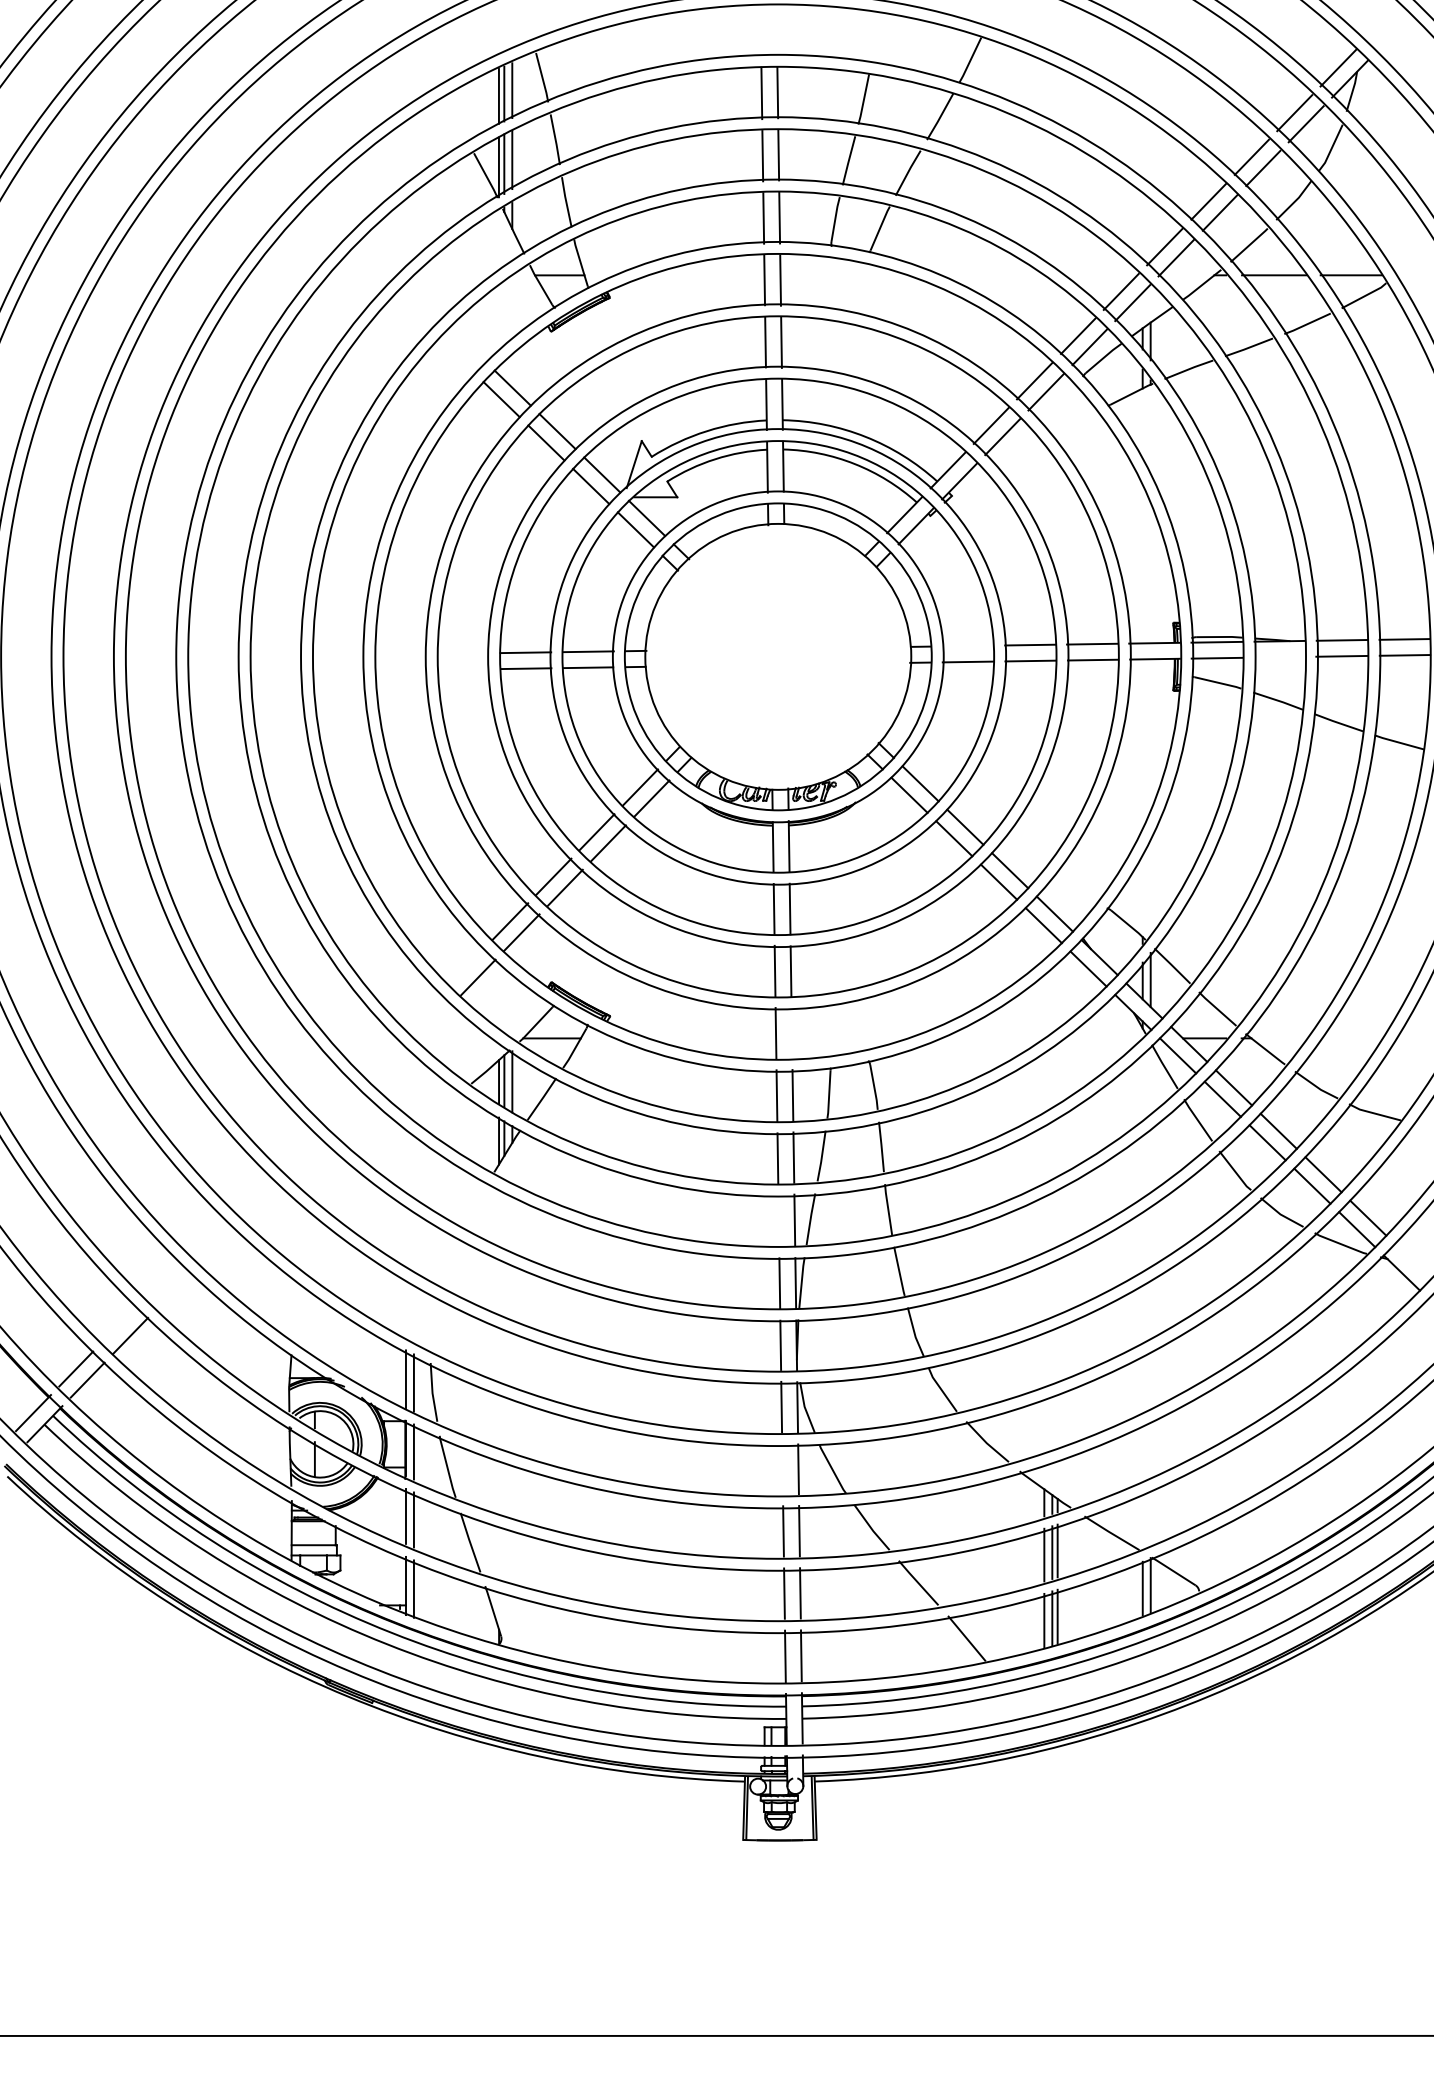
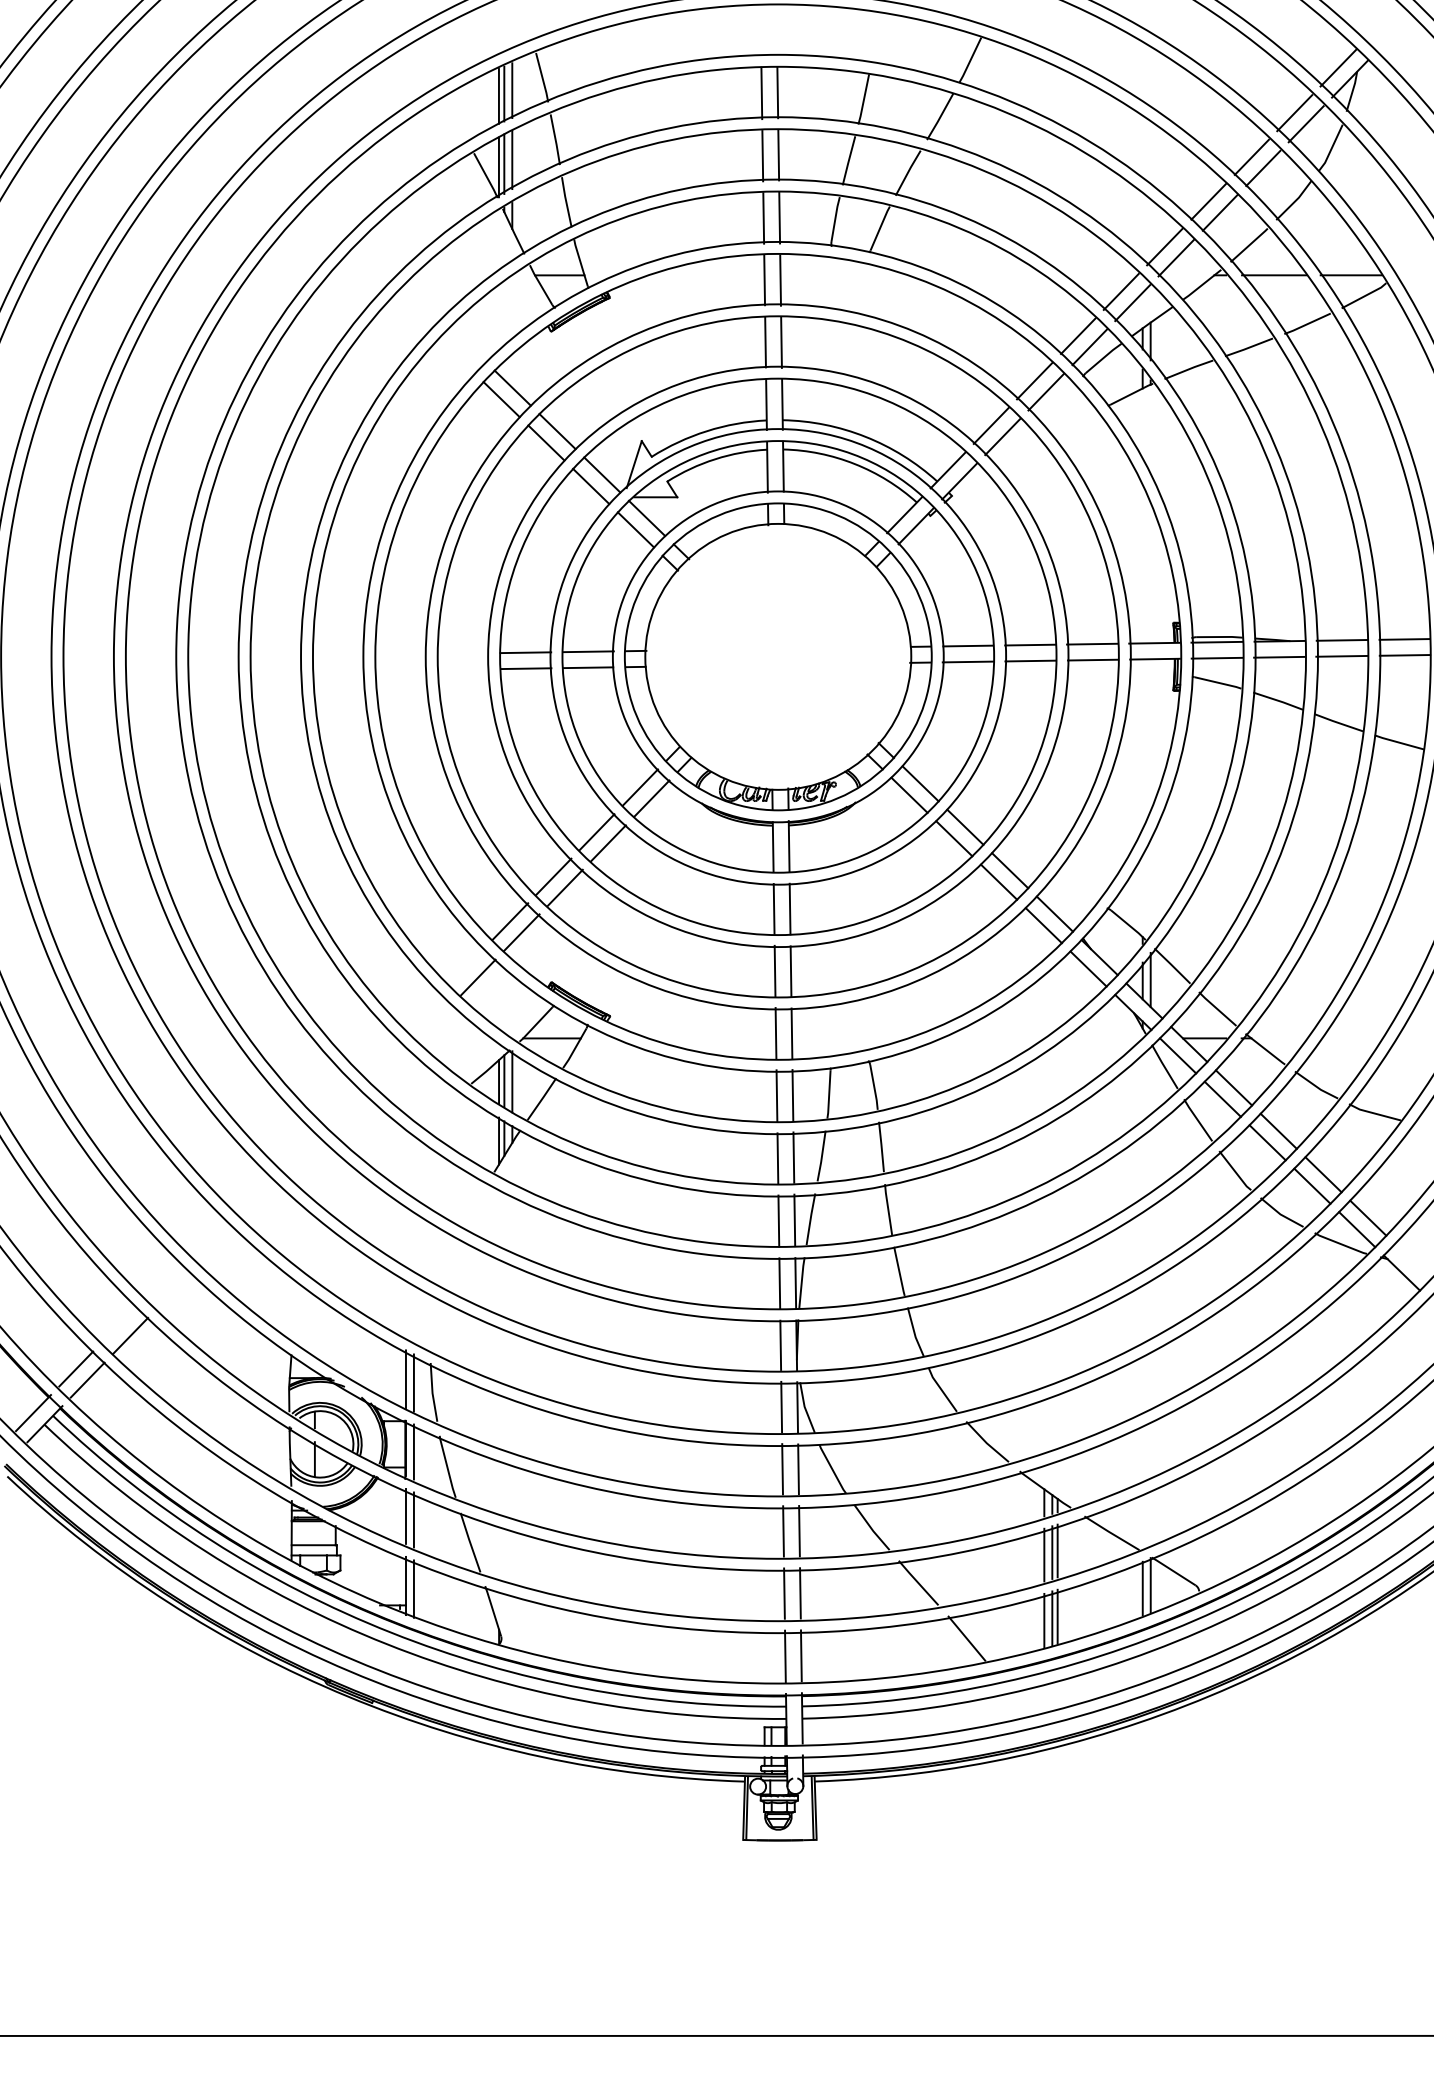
line at (968, 645): none -> present
line at (1279, 656): none -> present
line at (791, 1033): none -> present
line at (778, 1220): none -> present
line at (782, 1469): none -> present
